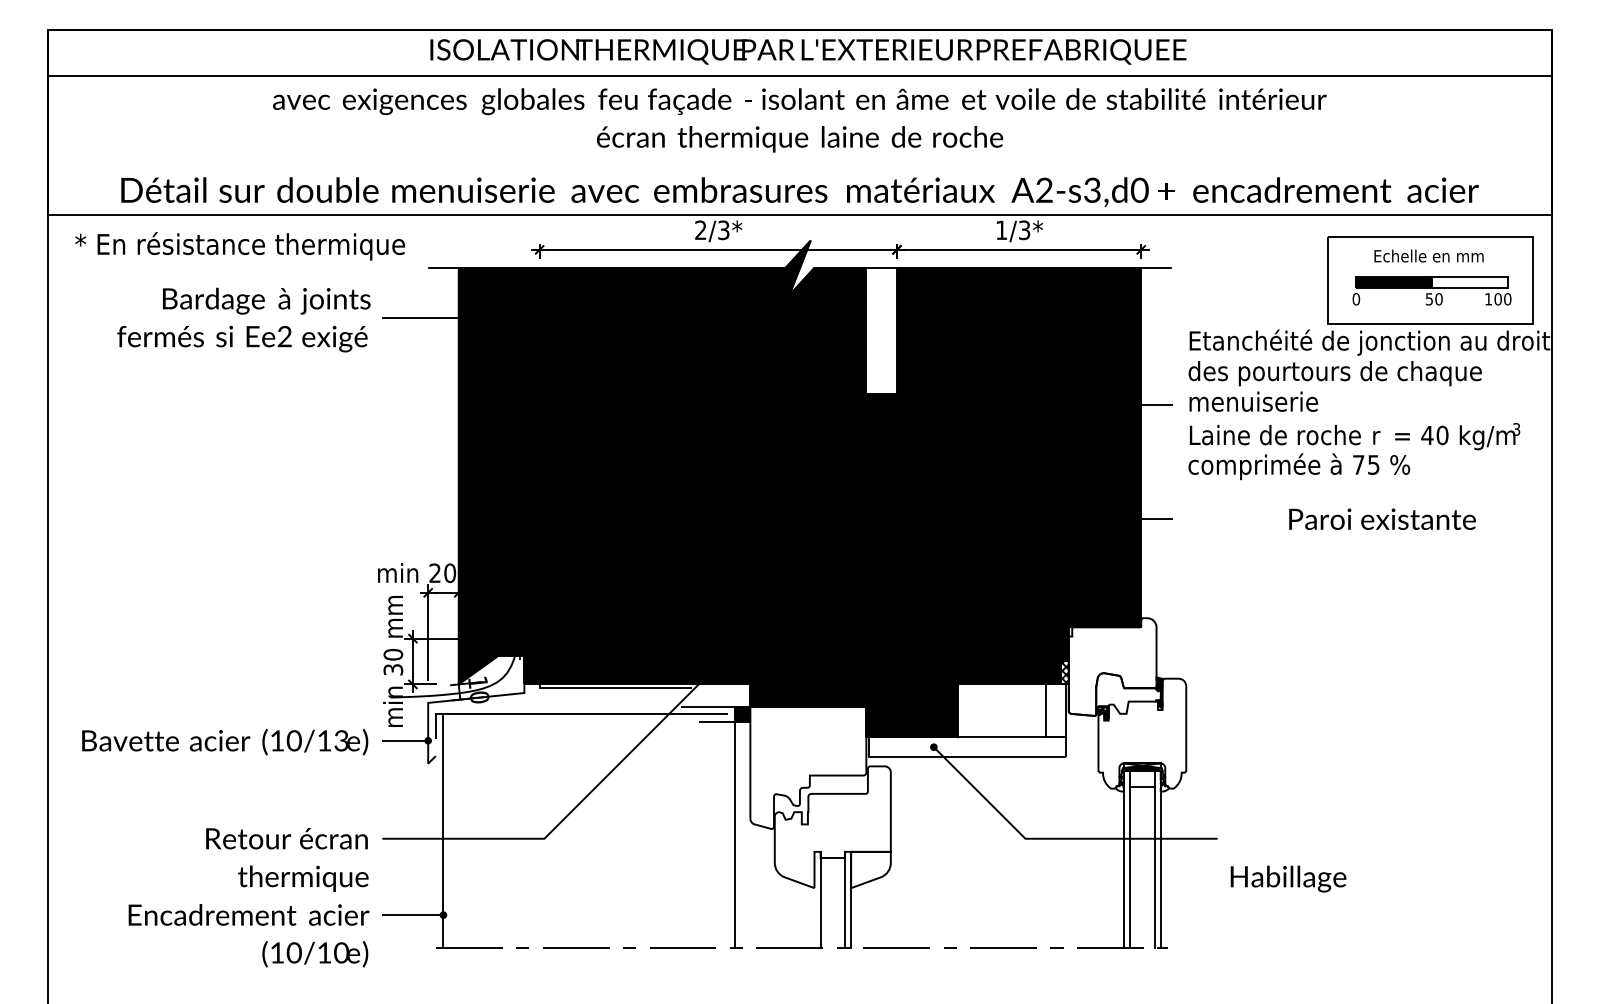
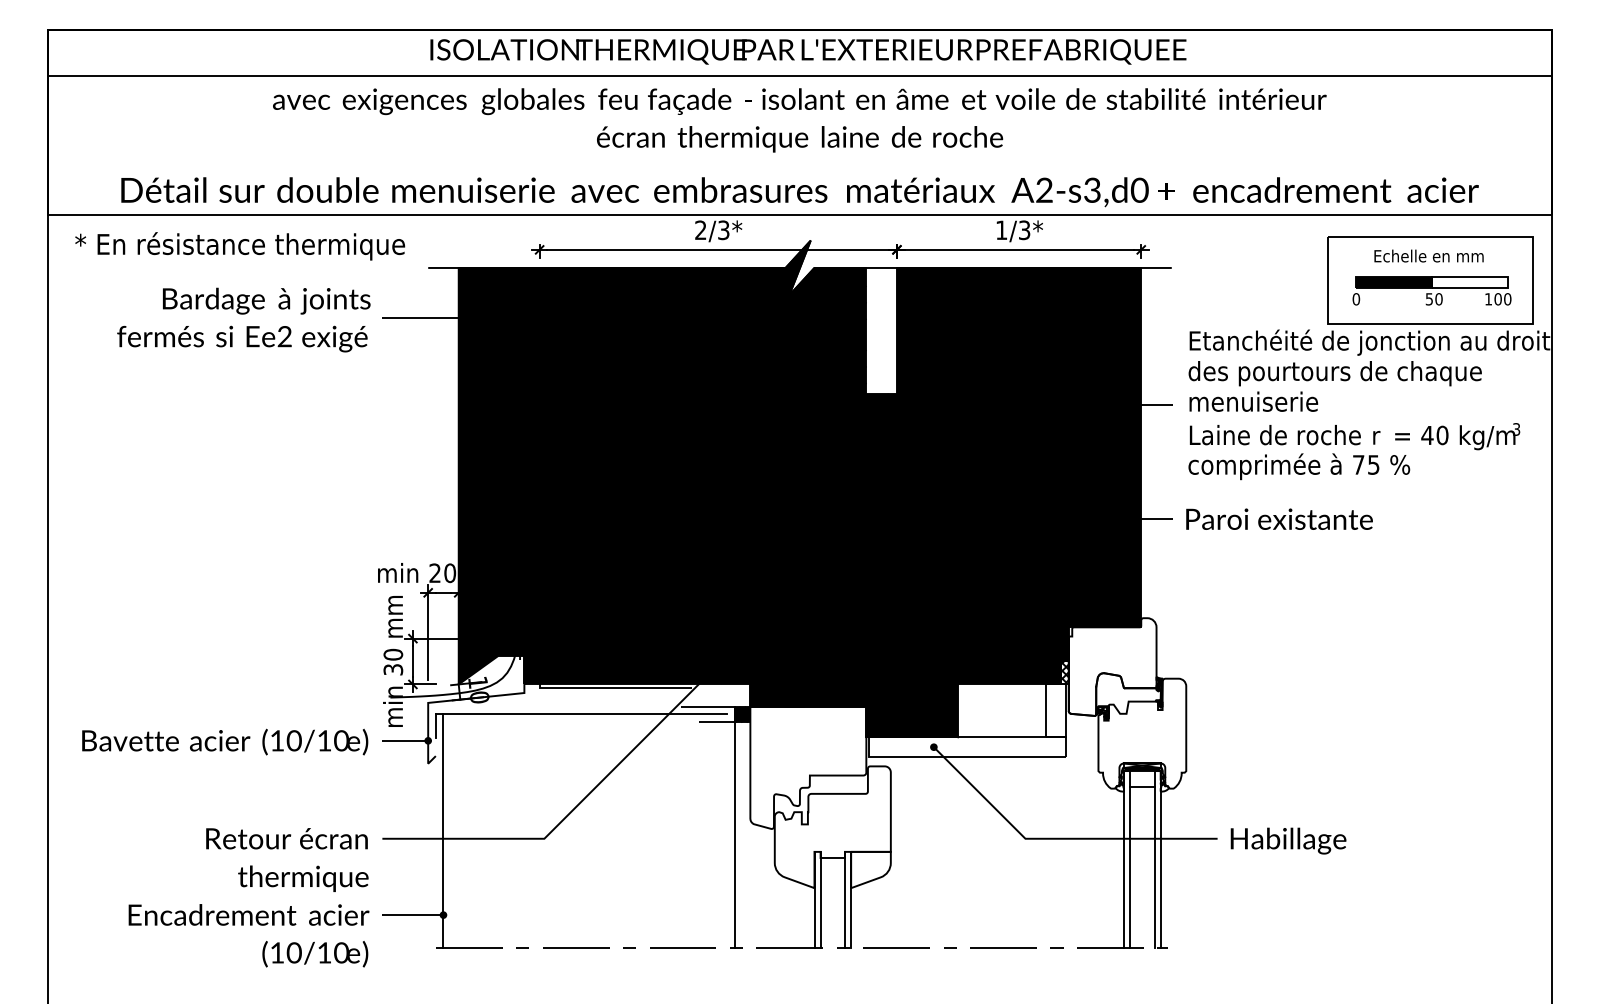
text at (1382, 518) position: (1382, 518) -> (1279, 518)
text at (341, 740): (10/13 -> (10/10
text at (1288, 878) position: (1288, 878) -> (1288, 840)
line at (814, 899): none -> present
